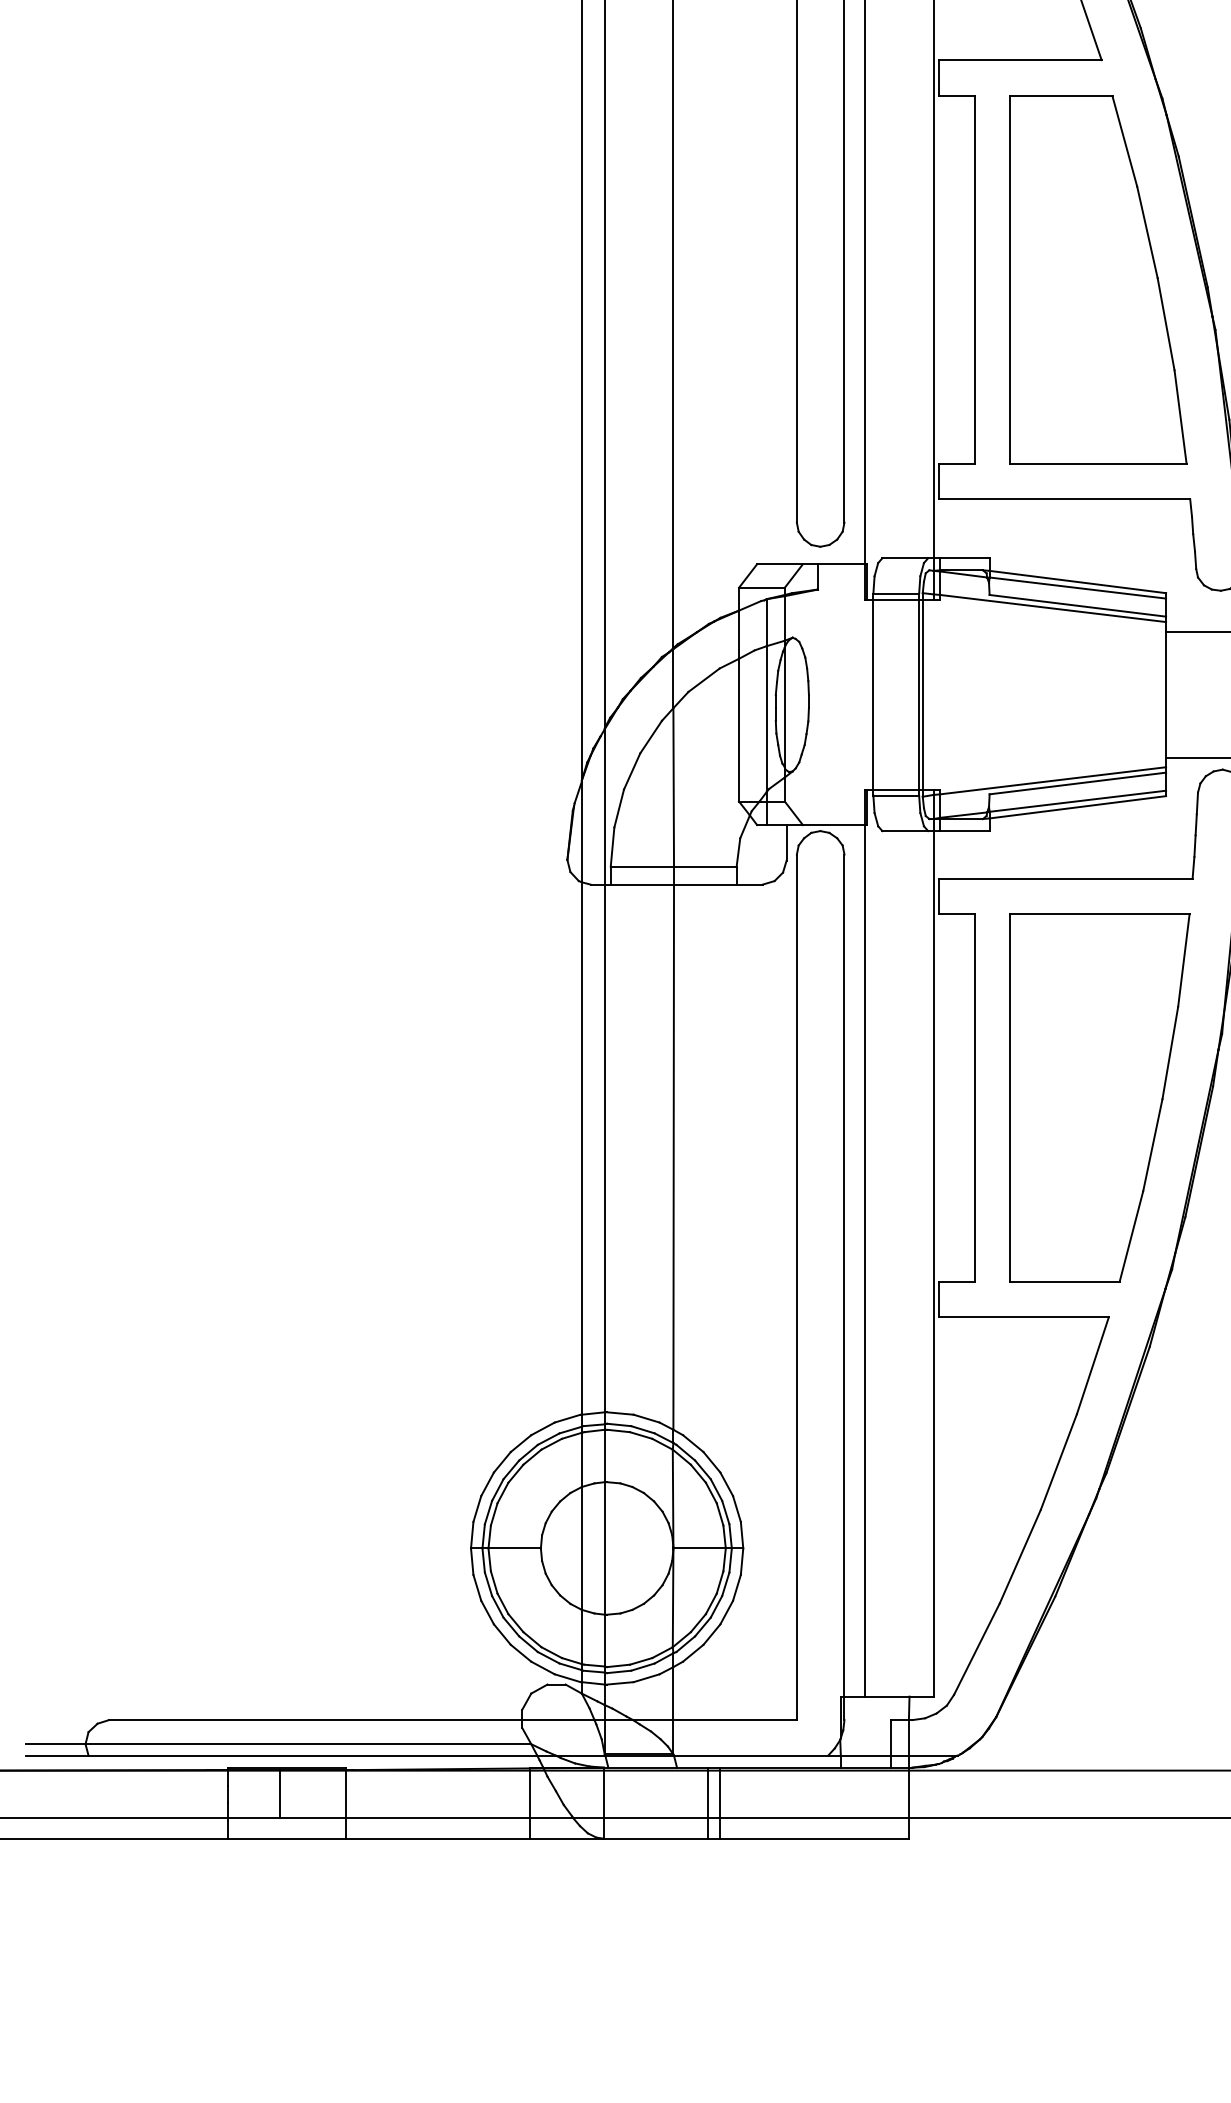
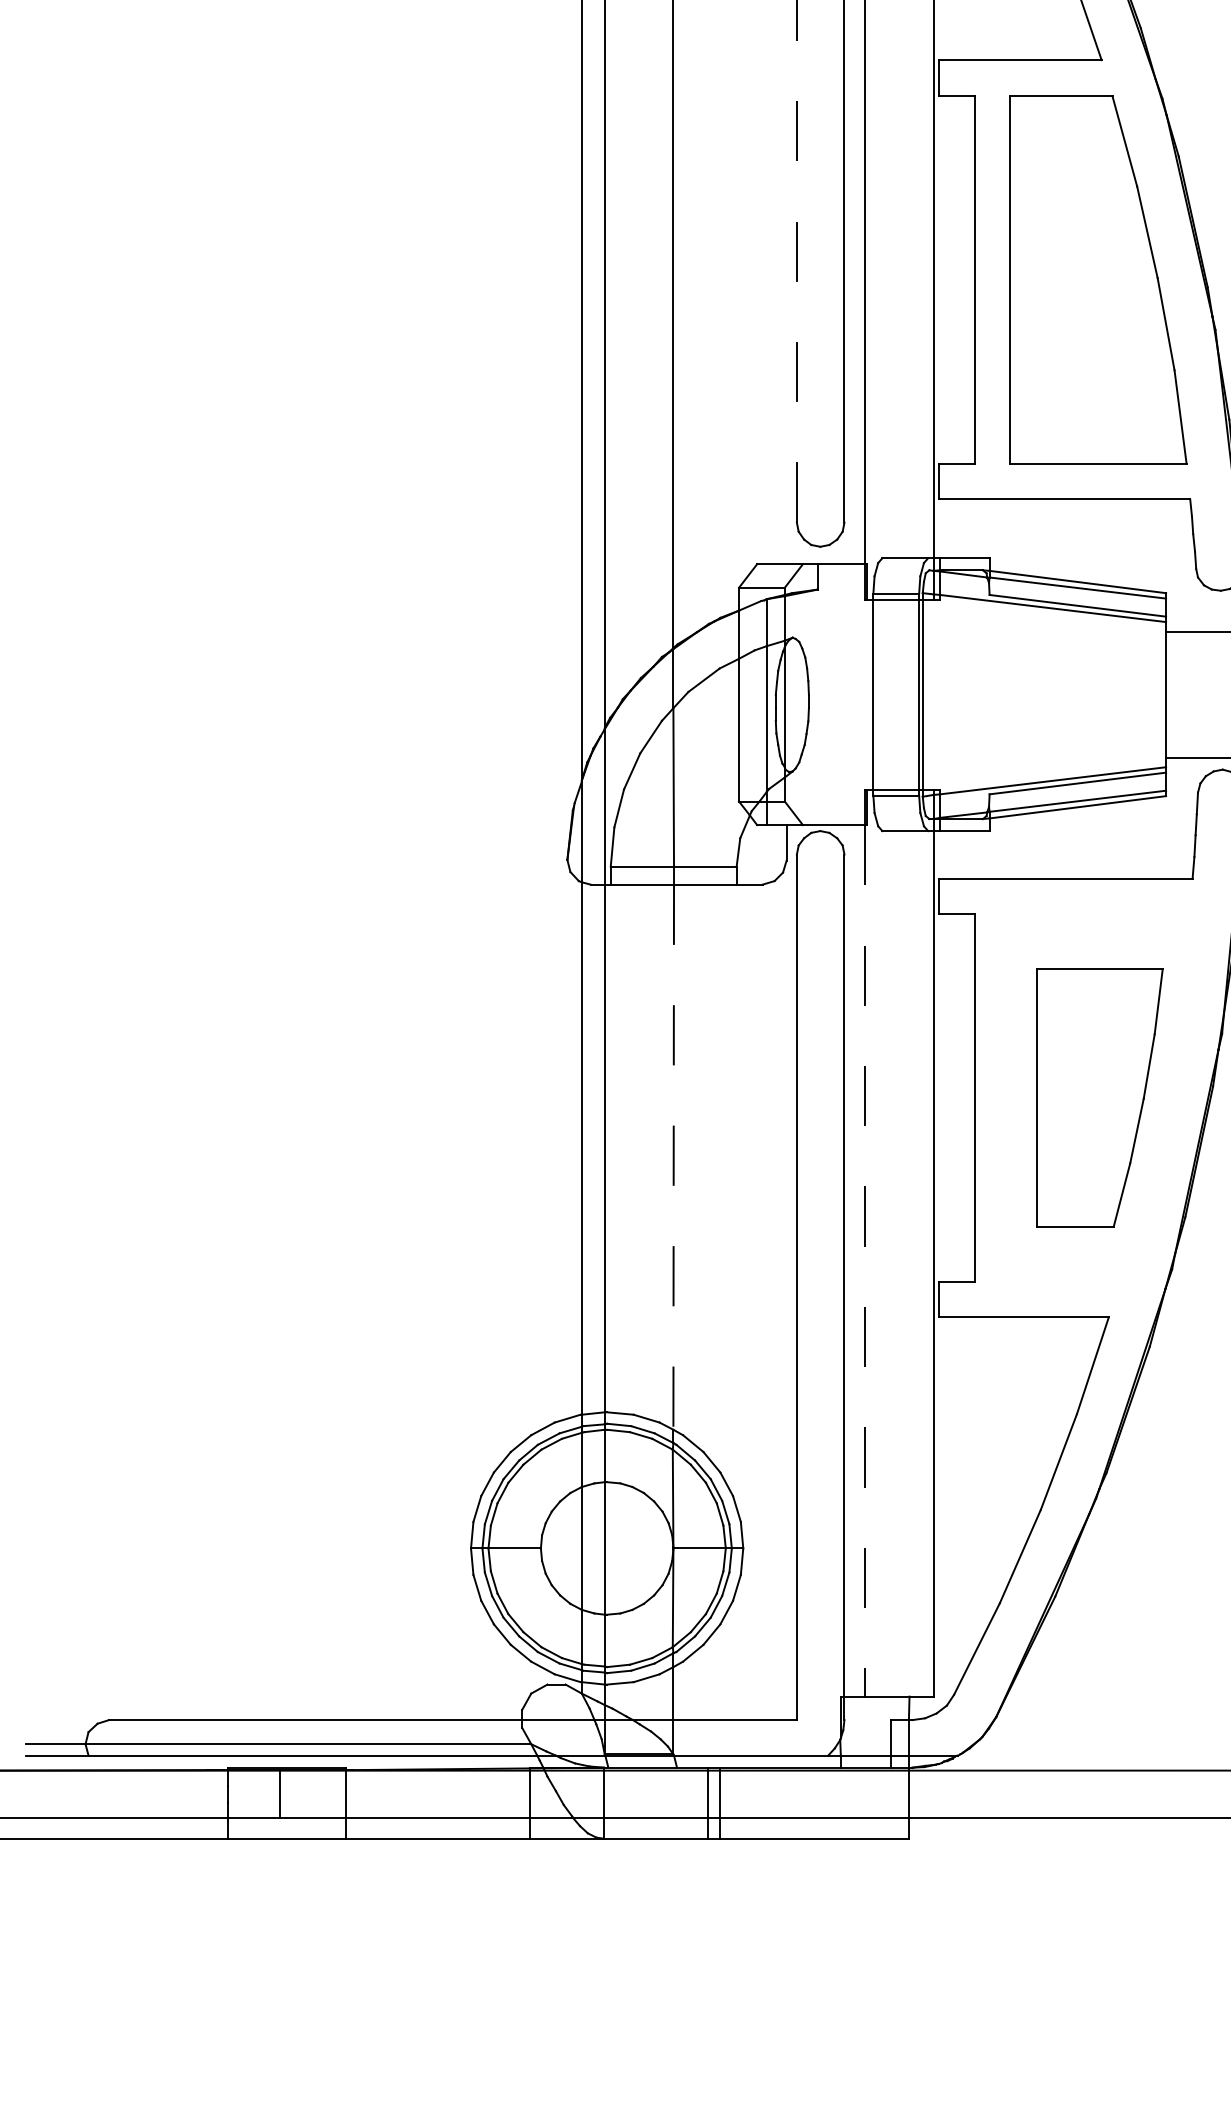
line at (796, 261): solid -> dashed
part at (1099, 1097) size: 182x370 px -> 128x260 px
line at (673, 1157): solid -> dashed
line at (864, 1260): solid -> dashed
